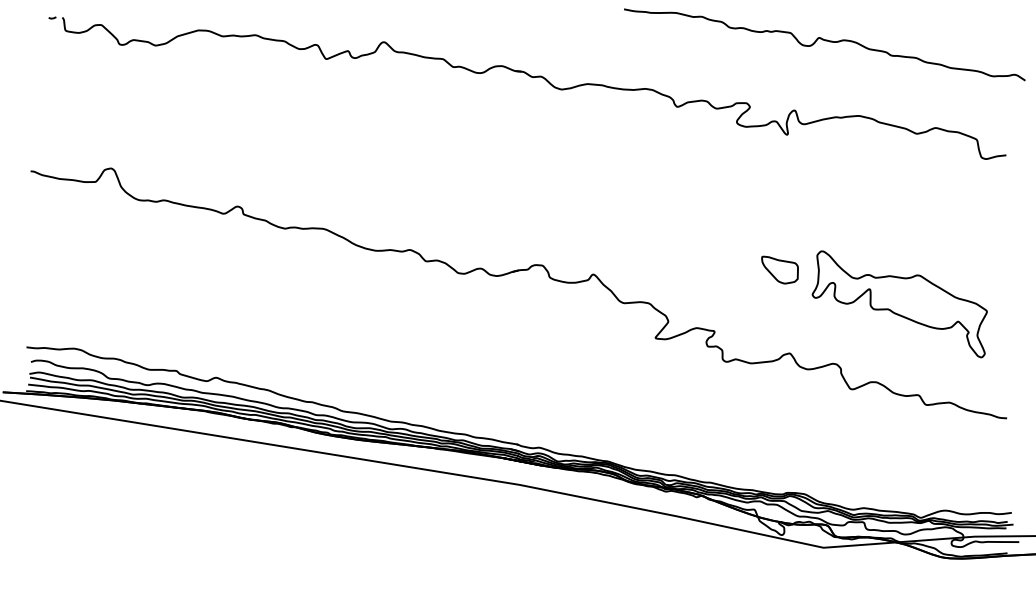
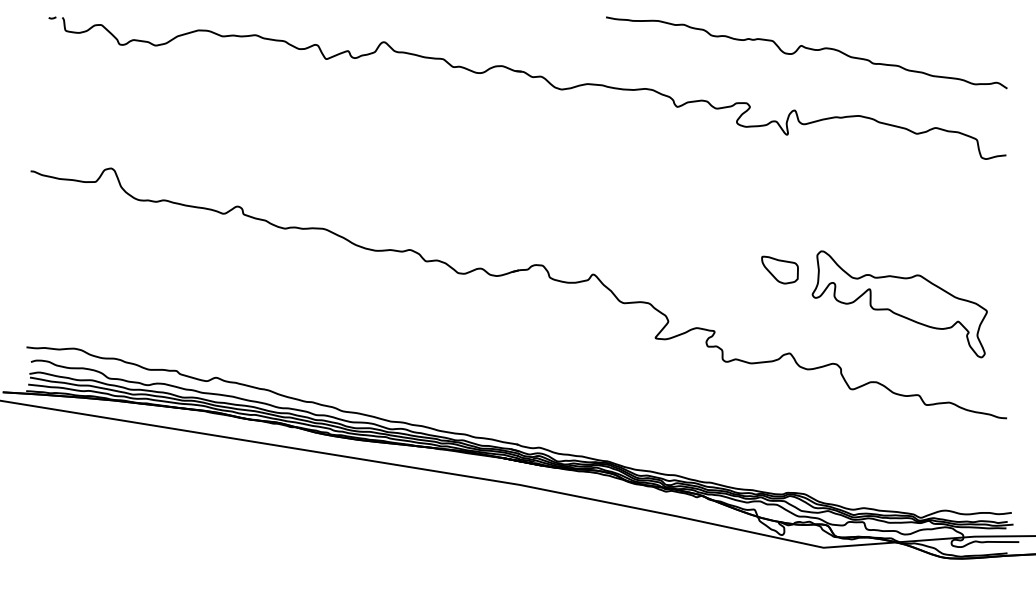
curve at (825, 41) position: (825, 41) -> (807, 49)
